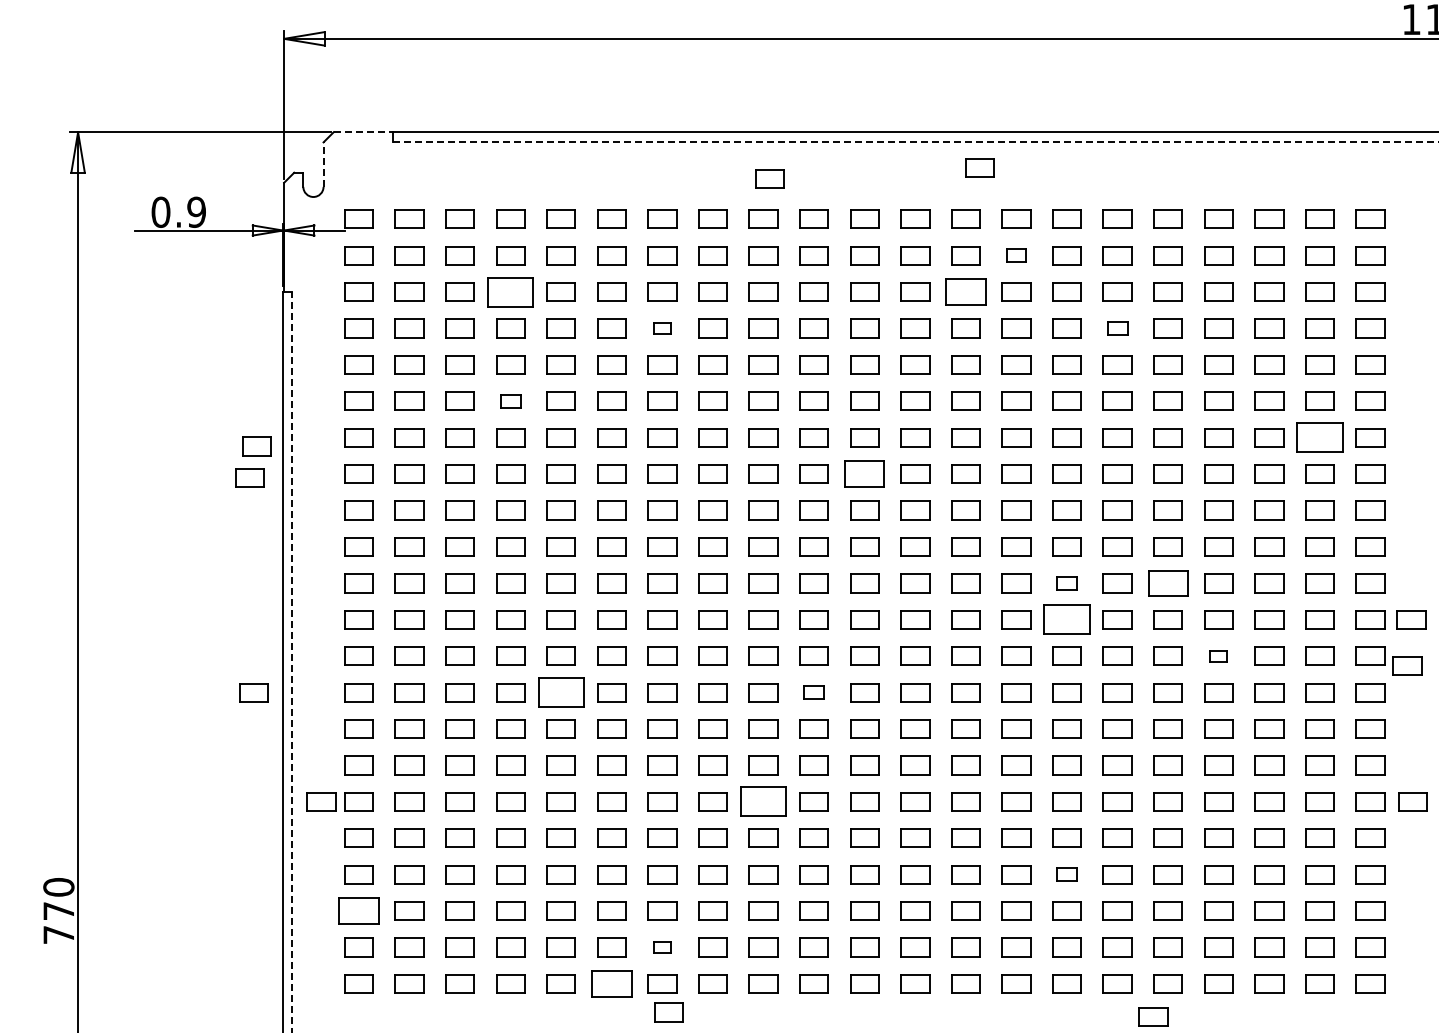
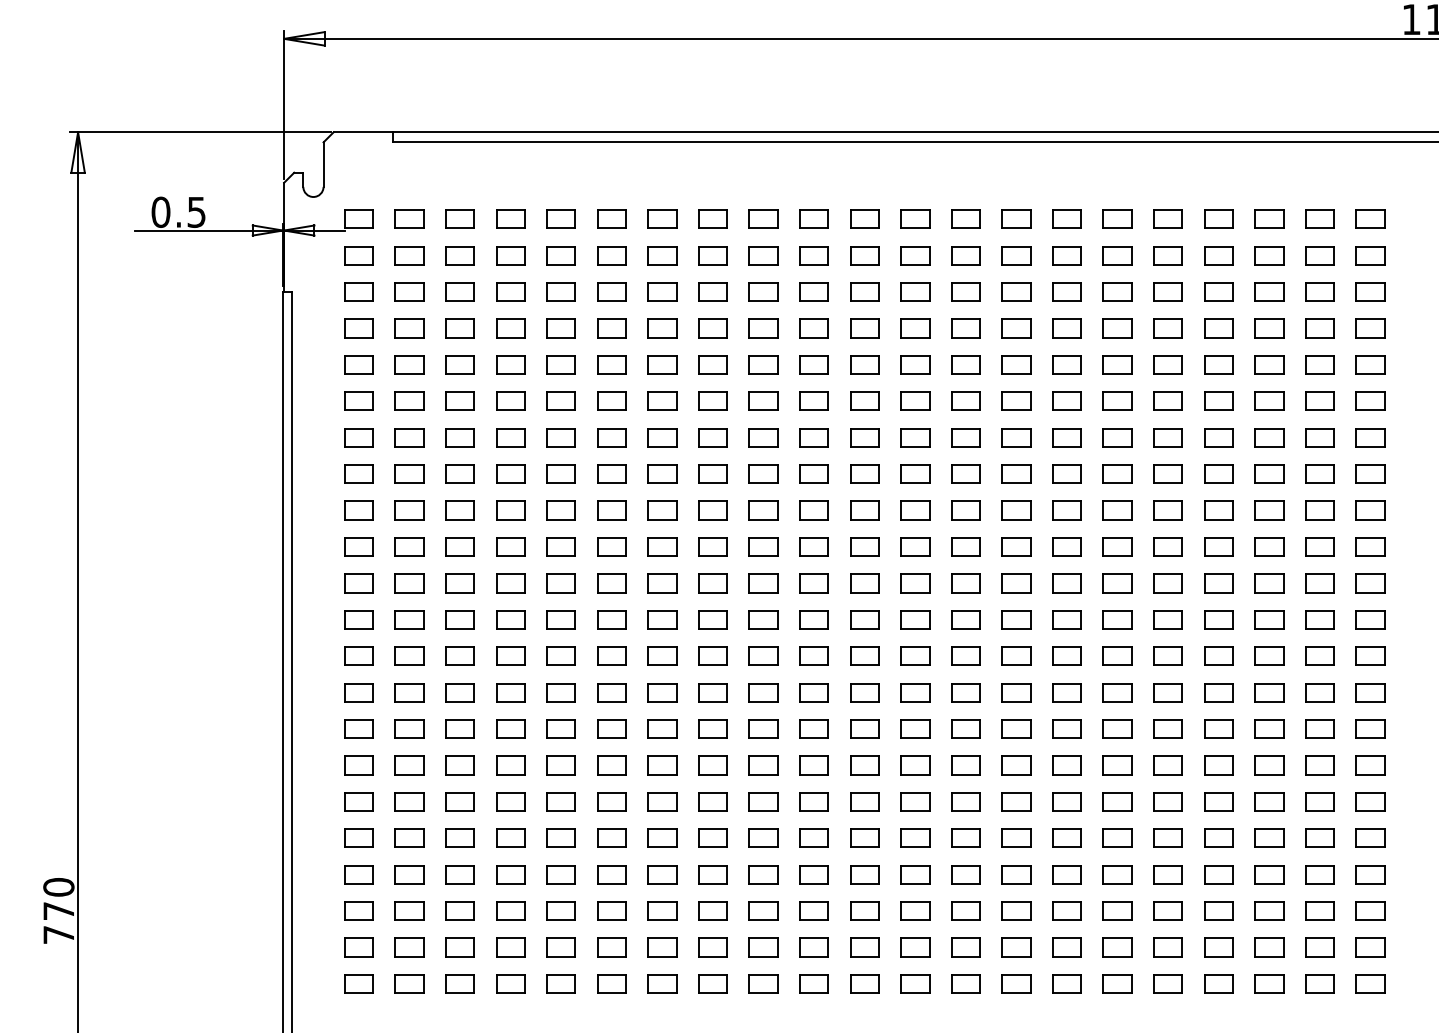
line at (363, 132): dashed -> solid
line at (916, 141): dashed -> solid
line at (323, 164): dashed -> solid
part at (979, 167): present -> none
part at (769, 178): present -> none
text at (196, 211): 0.9 -> 0.5
part at (1016, 255) size: 21x15 px -> 31x20 px
part at (965, 291) size: 42x28 px -> 30x20 px
part at (510, 292) size: 47x31 px -> 30x20 px
part at (662, 328) size: 19x13 px -> 31x21 px
part at (1117, 328) size: 22x15 px -> 31x21 px
part at (510, 401) size: 22x15 px -> 30x20 px
part at (1319, 437) size: 48x31 px -> 30x20 px
part at (256, 446): present -> none
part at (864, 473) size: 41x28 px -> 30x20 px
part at (249, 477): present -> none
part at (1066, 583) size: 22x15 px -> 30x21 px
part at (1168, 583) size: 41x27 px -> 30x21 px
part at (1066, 619) size: 48x31 px -> 30x20 px
part at (1411, 619): present -> none
part at (1218, 656) size: 19x13 px -> 30x20 px
line at (292, 661): dashed -> solid
part at (1407, 665): present -> none
part at (253, 692): present -> none
part at (561, 692) size: 47x31 px -> 30x20 px
part at (813, 692) size: 22x15 px -> 30x20 px
part at (321, 801): present -> none
part at (763, 801) size: 47x31 px -> 31x20 px
part at (1412, 801): present -> none
part at (1066, 874) size: 22x15 px -> 30x20 px
part at (358, 910) size: 42x28 px -> 30x20 px
part at (662, 947) size: 19x13 px -> 31x21 px
part at (611, 983) size: 42x28 px -> 30x20 px
part at (668, 1012): present -> none
part at (1153, 1016): present -> none
